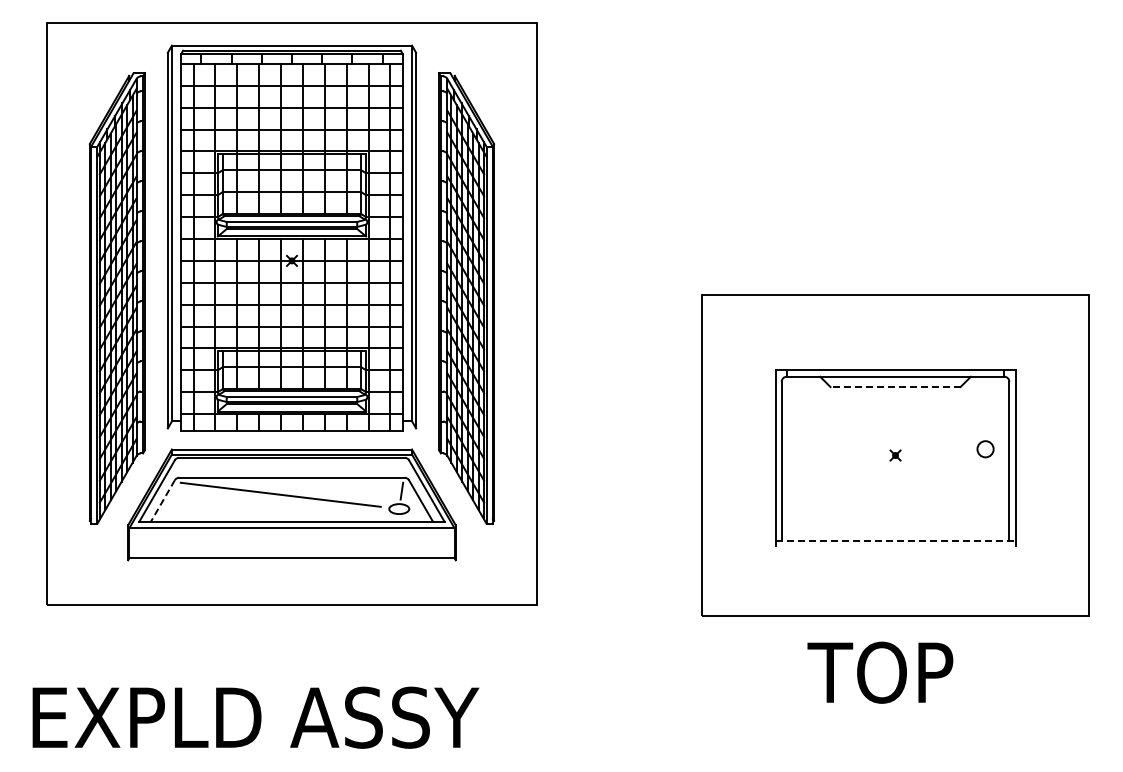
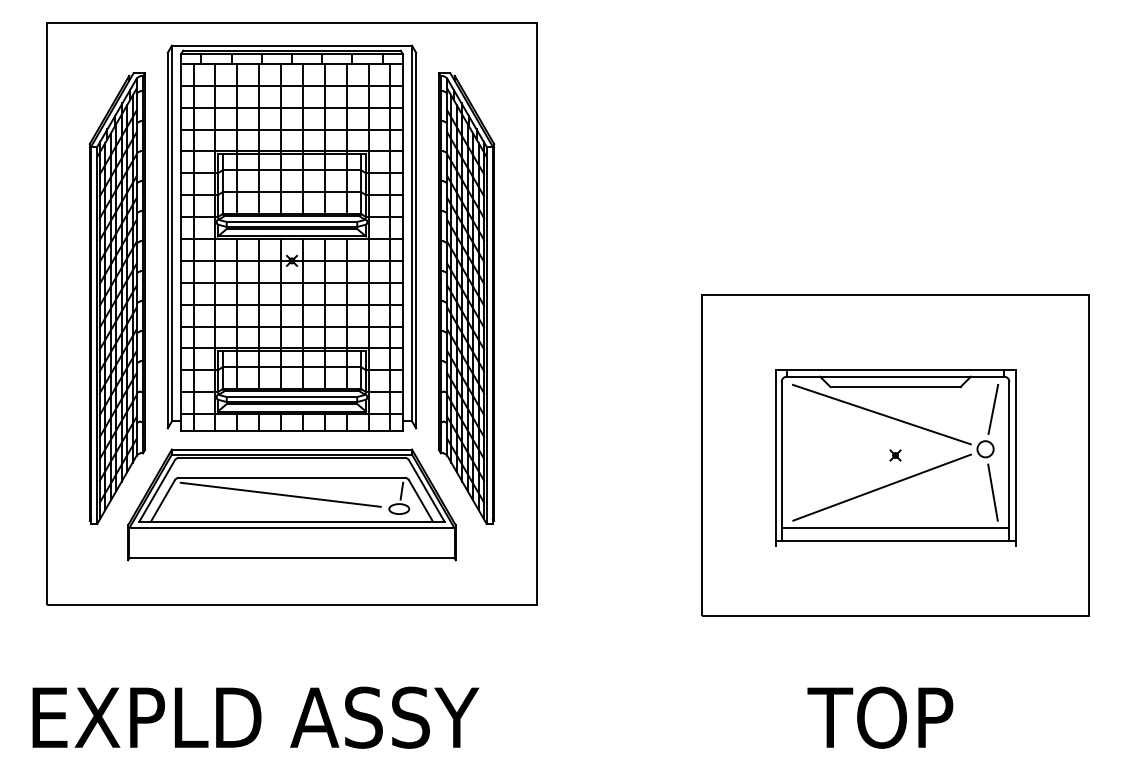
line at (895, 387): dashed -> solid
line at (993, 408): none -> present
line at (881, 414): none -> present
line at (881, 487): none -> present
line at (992, 492): none -> present
line at (162, 500): dashed -> solid
line at (895, 528): none -> present
line at (896, 540): dashed -> solid
text at (880, 672) position: (880, 672) -> (880, 717)
